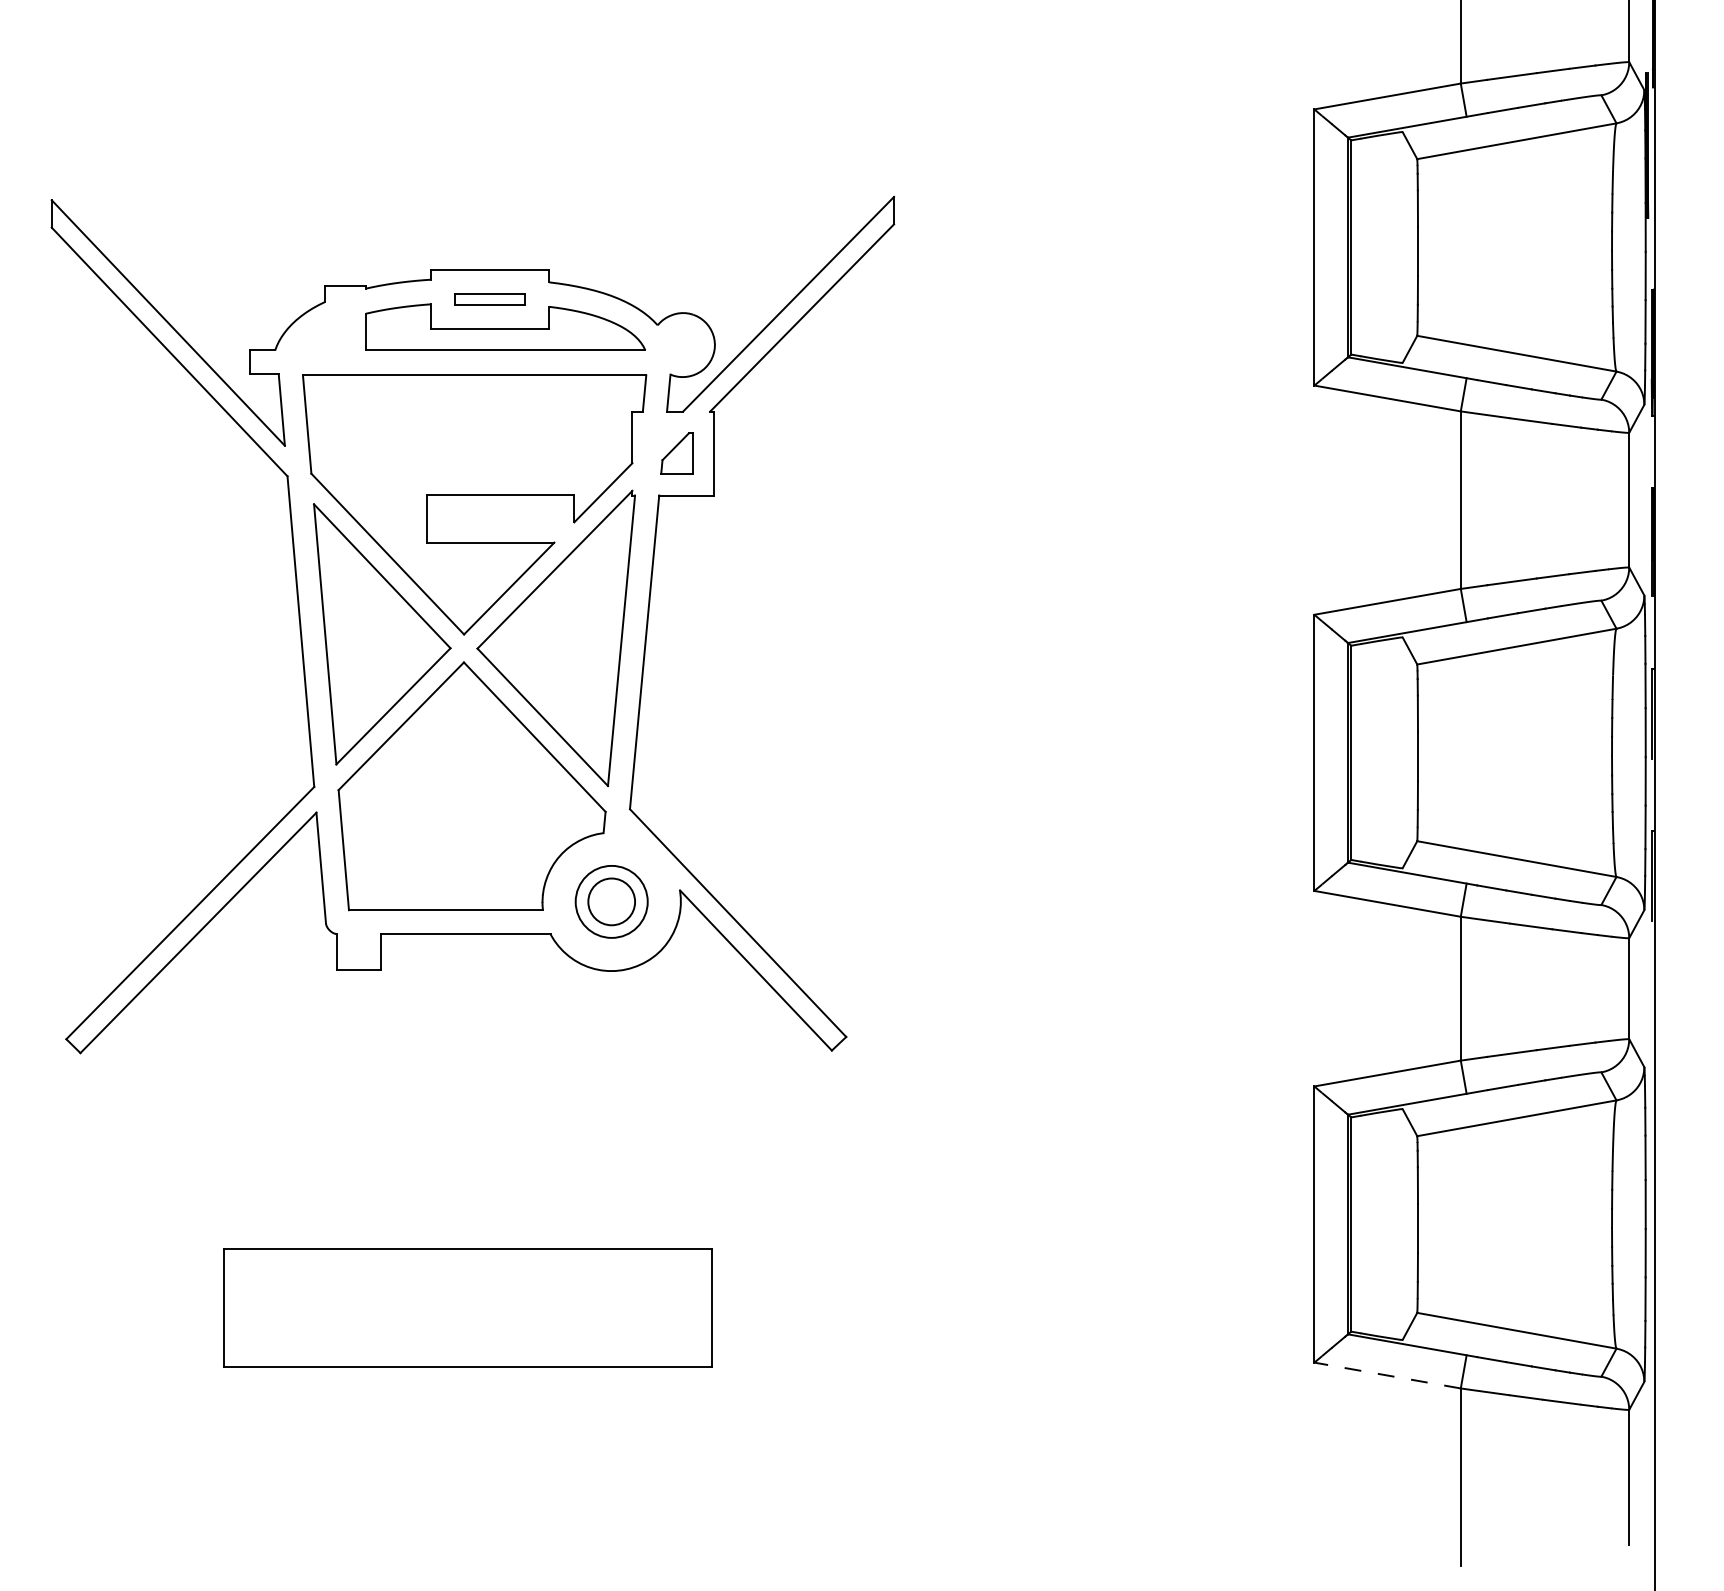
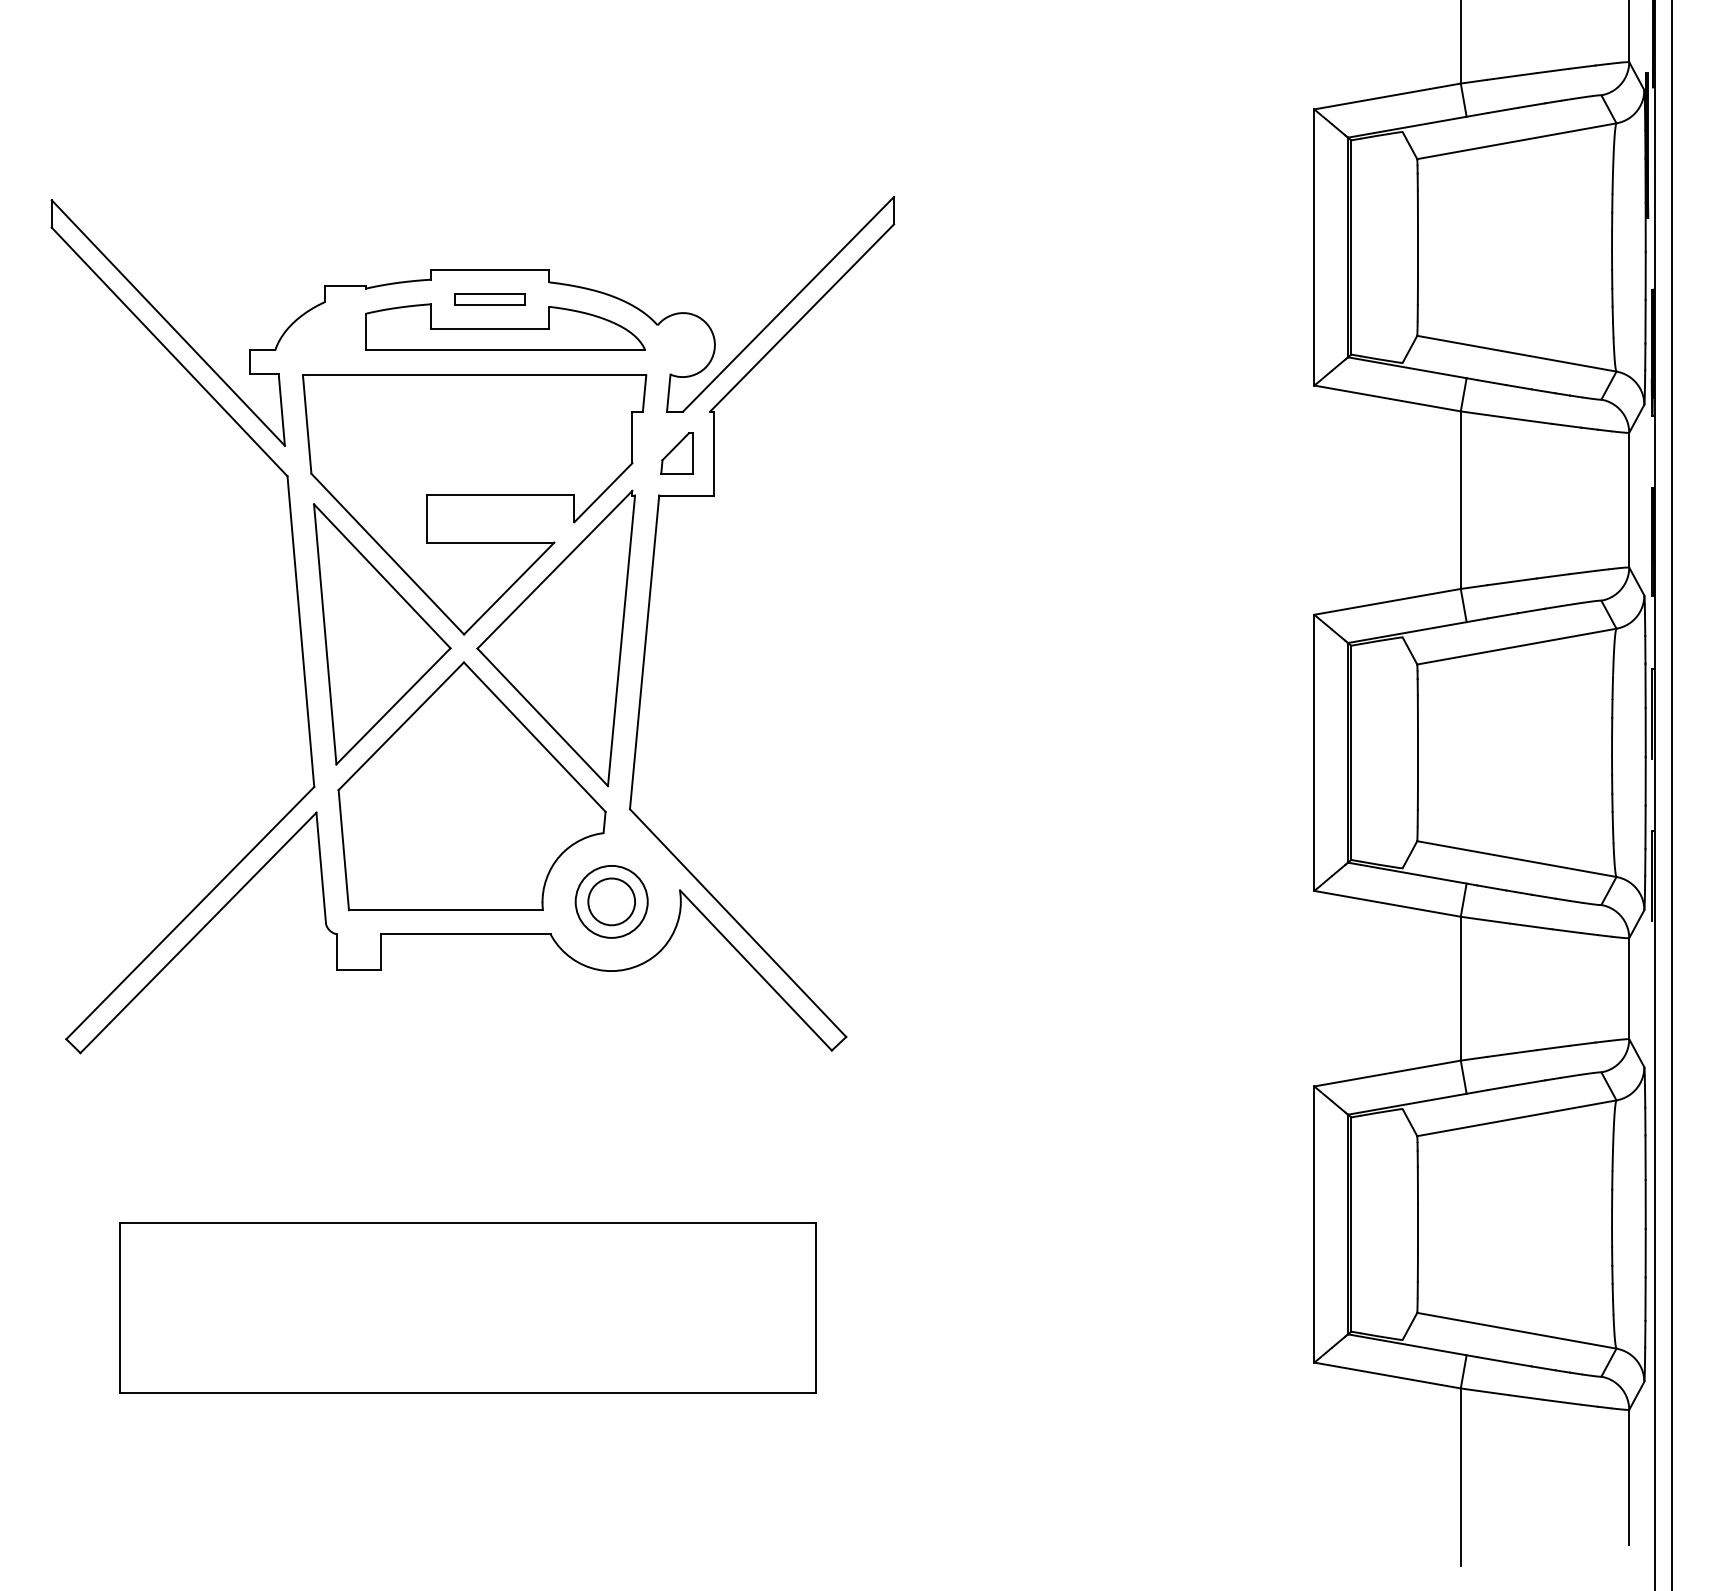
line at (1672, 794): none -> present
part at (467, 1307) size: 490x120 px -> 698x172 px
line at (1387, 1375): dashed -> solid
